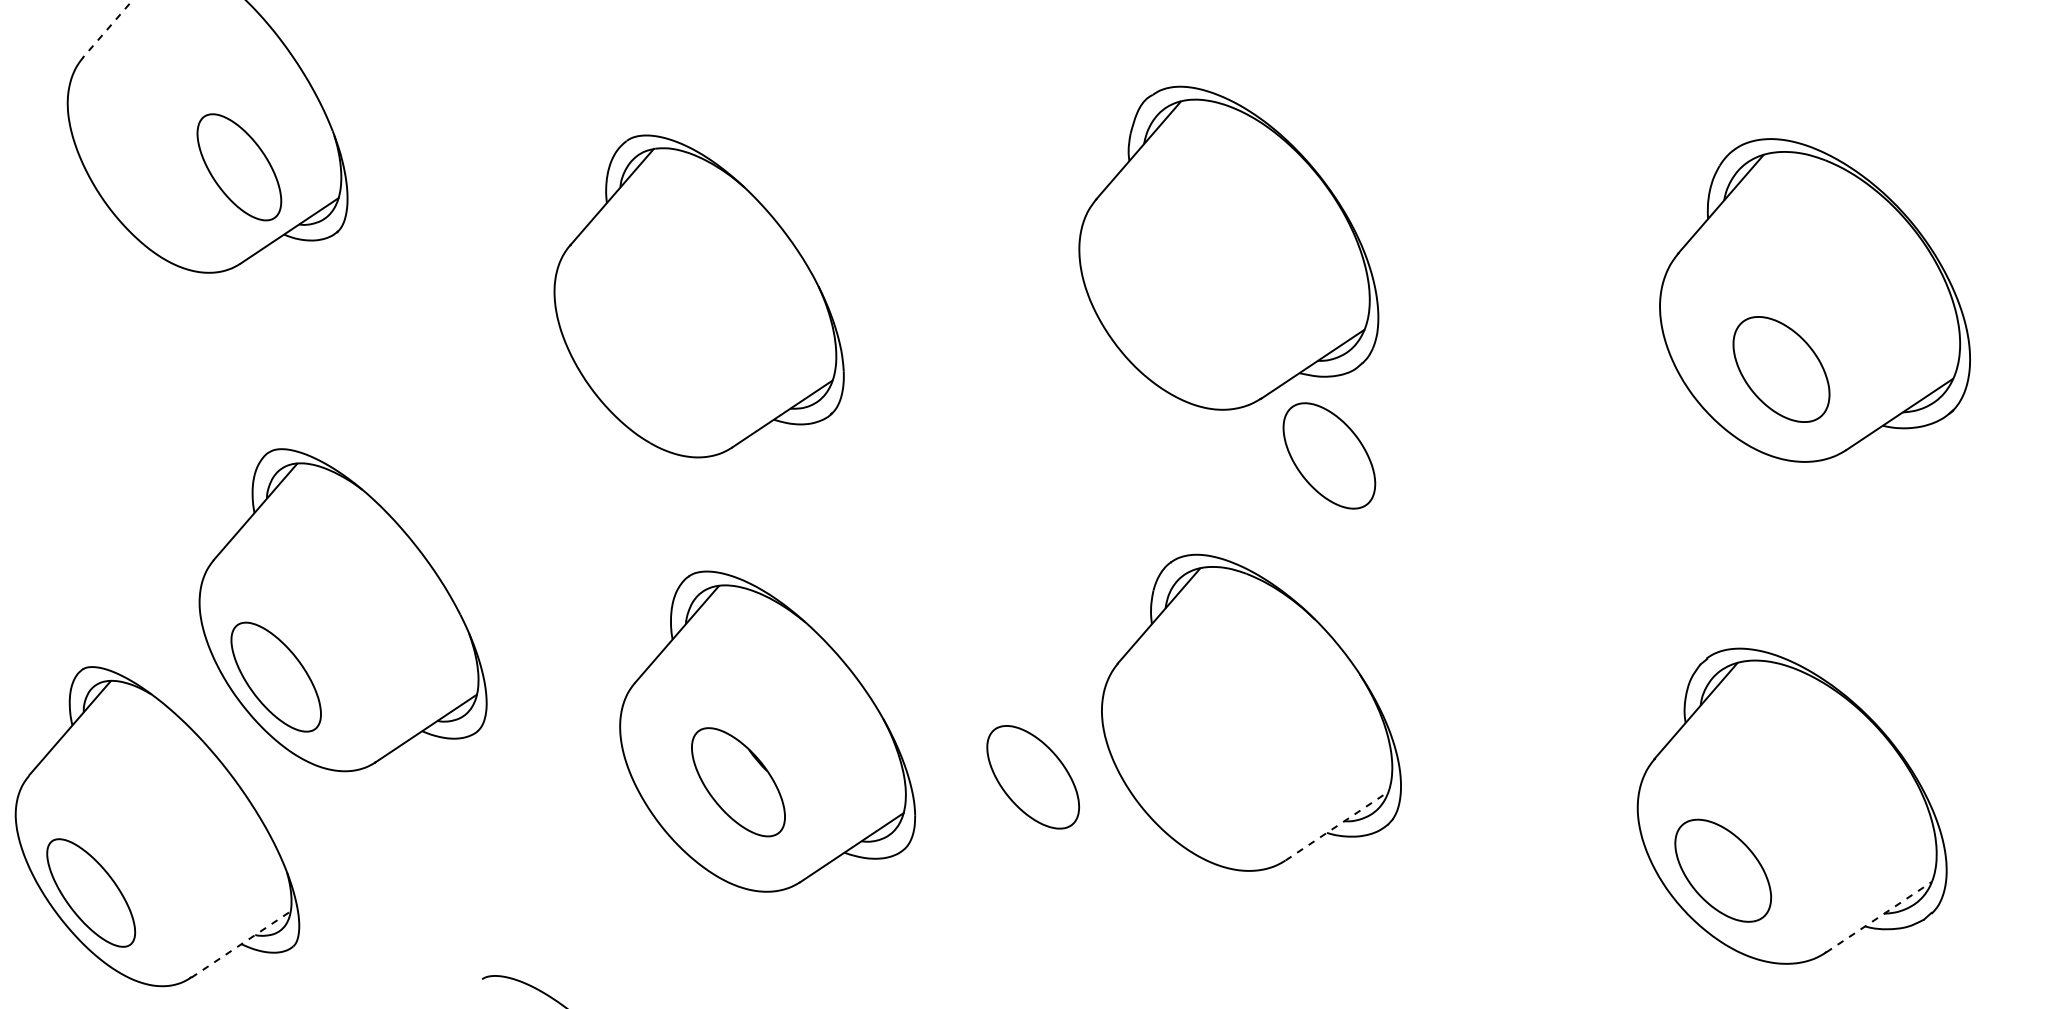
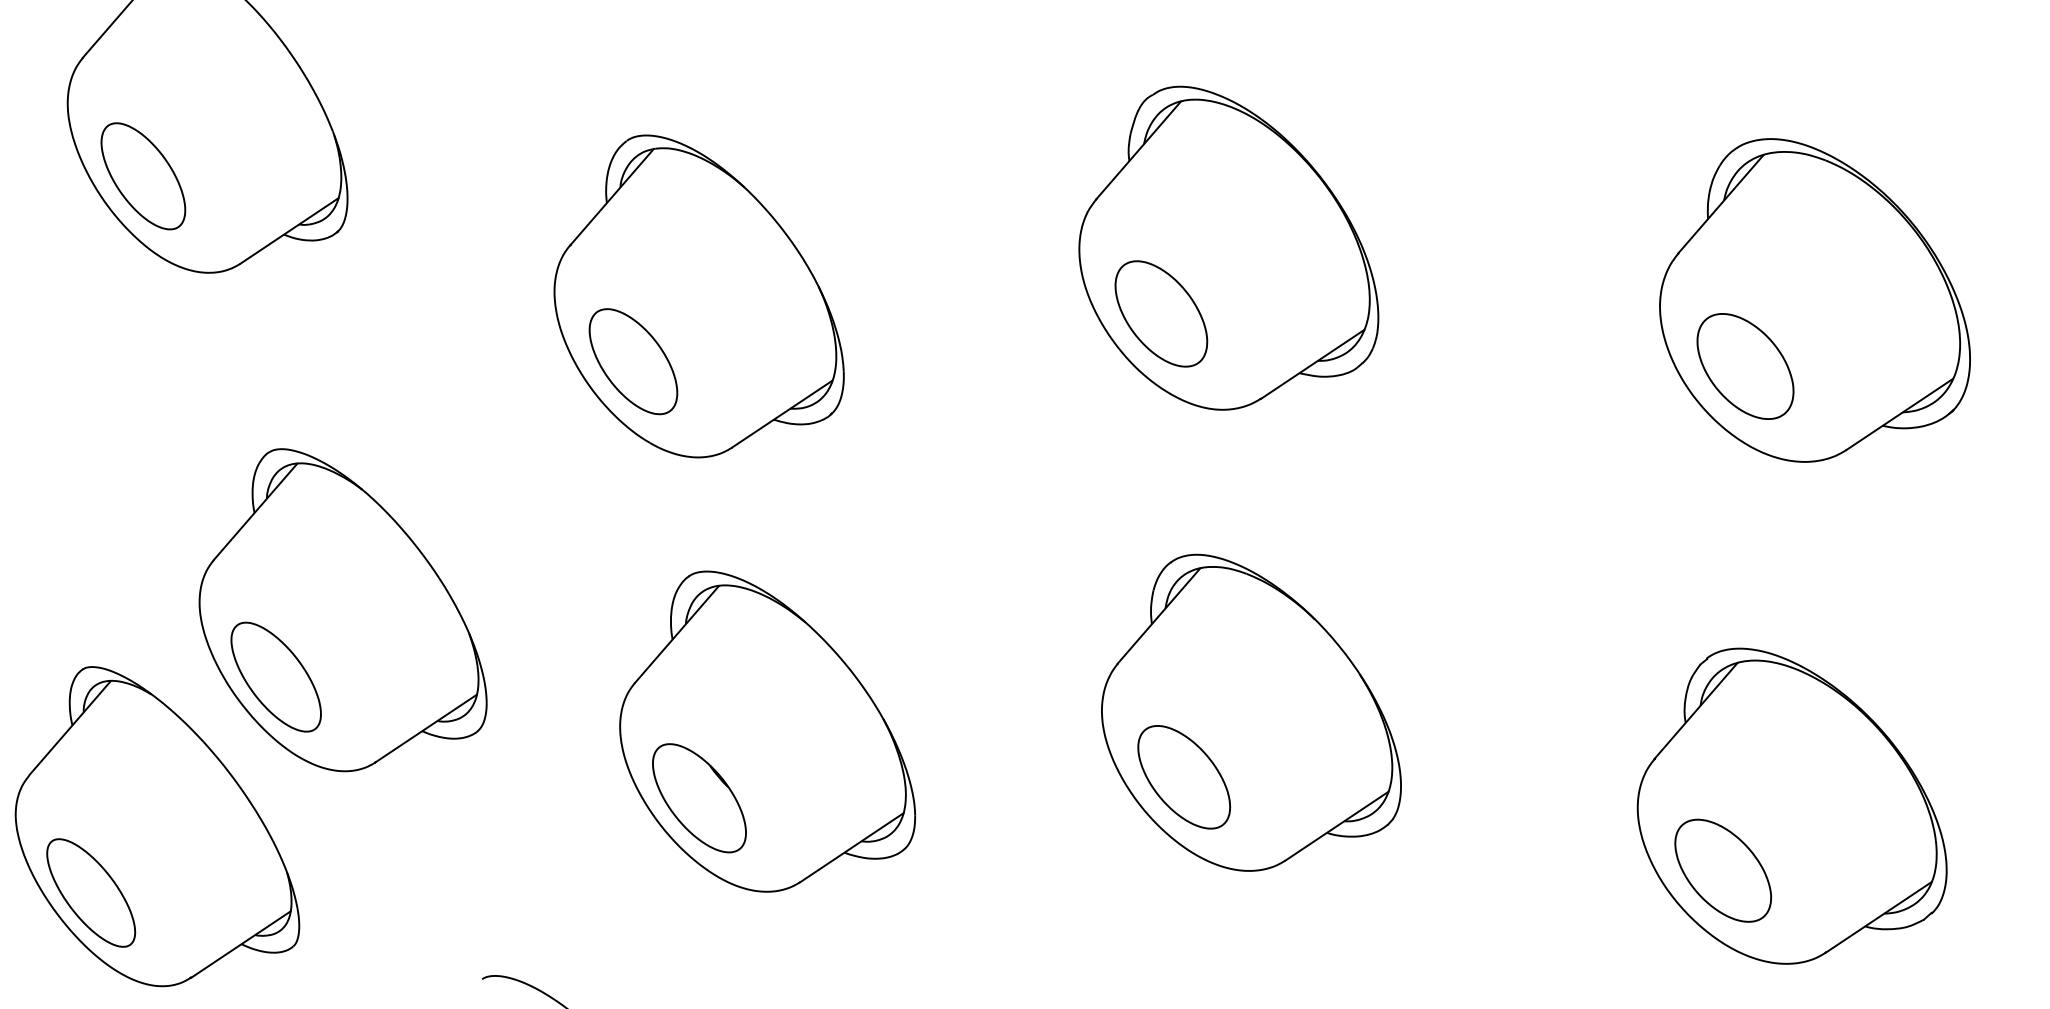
line at (107, 29): dashed -> solid
part at (239, 167) position: (239, 167) -> (143, 176)
part at (633, 361): none -> present
part at (1781, 369) position: (1781, 369) -> (1745, 366)
part at (1329, 455) position: (1329, 455) -> (1161, 313)
part at (1033, 777) position: (1033, 777) -> (1184, 777)
part at (738, 782) position: (738, 782) -> (699, 798)
line at (1337, 826): dashed -> solid
line at (1879, 917): dashed -> solid
line at (240, 944): dashed -> solid
